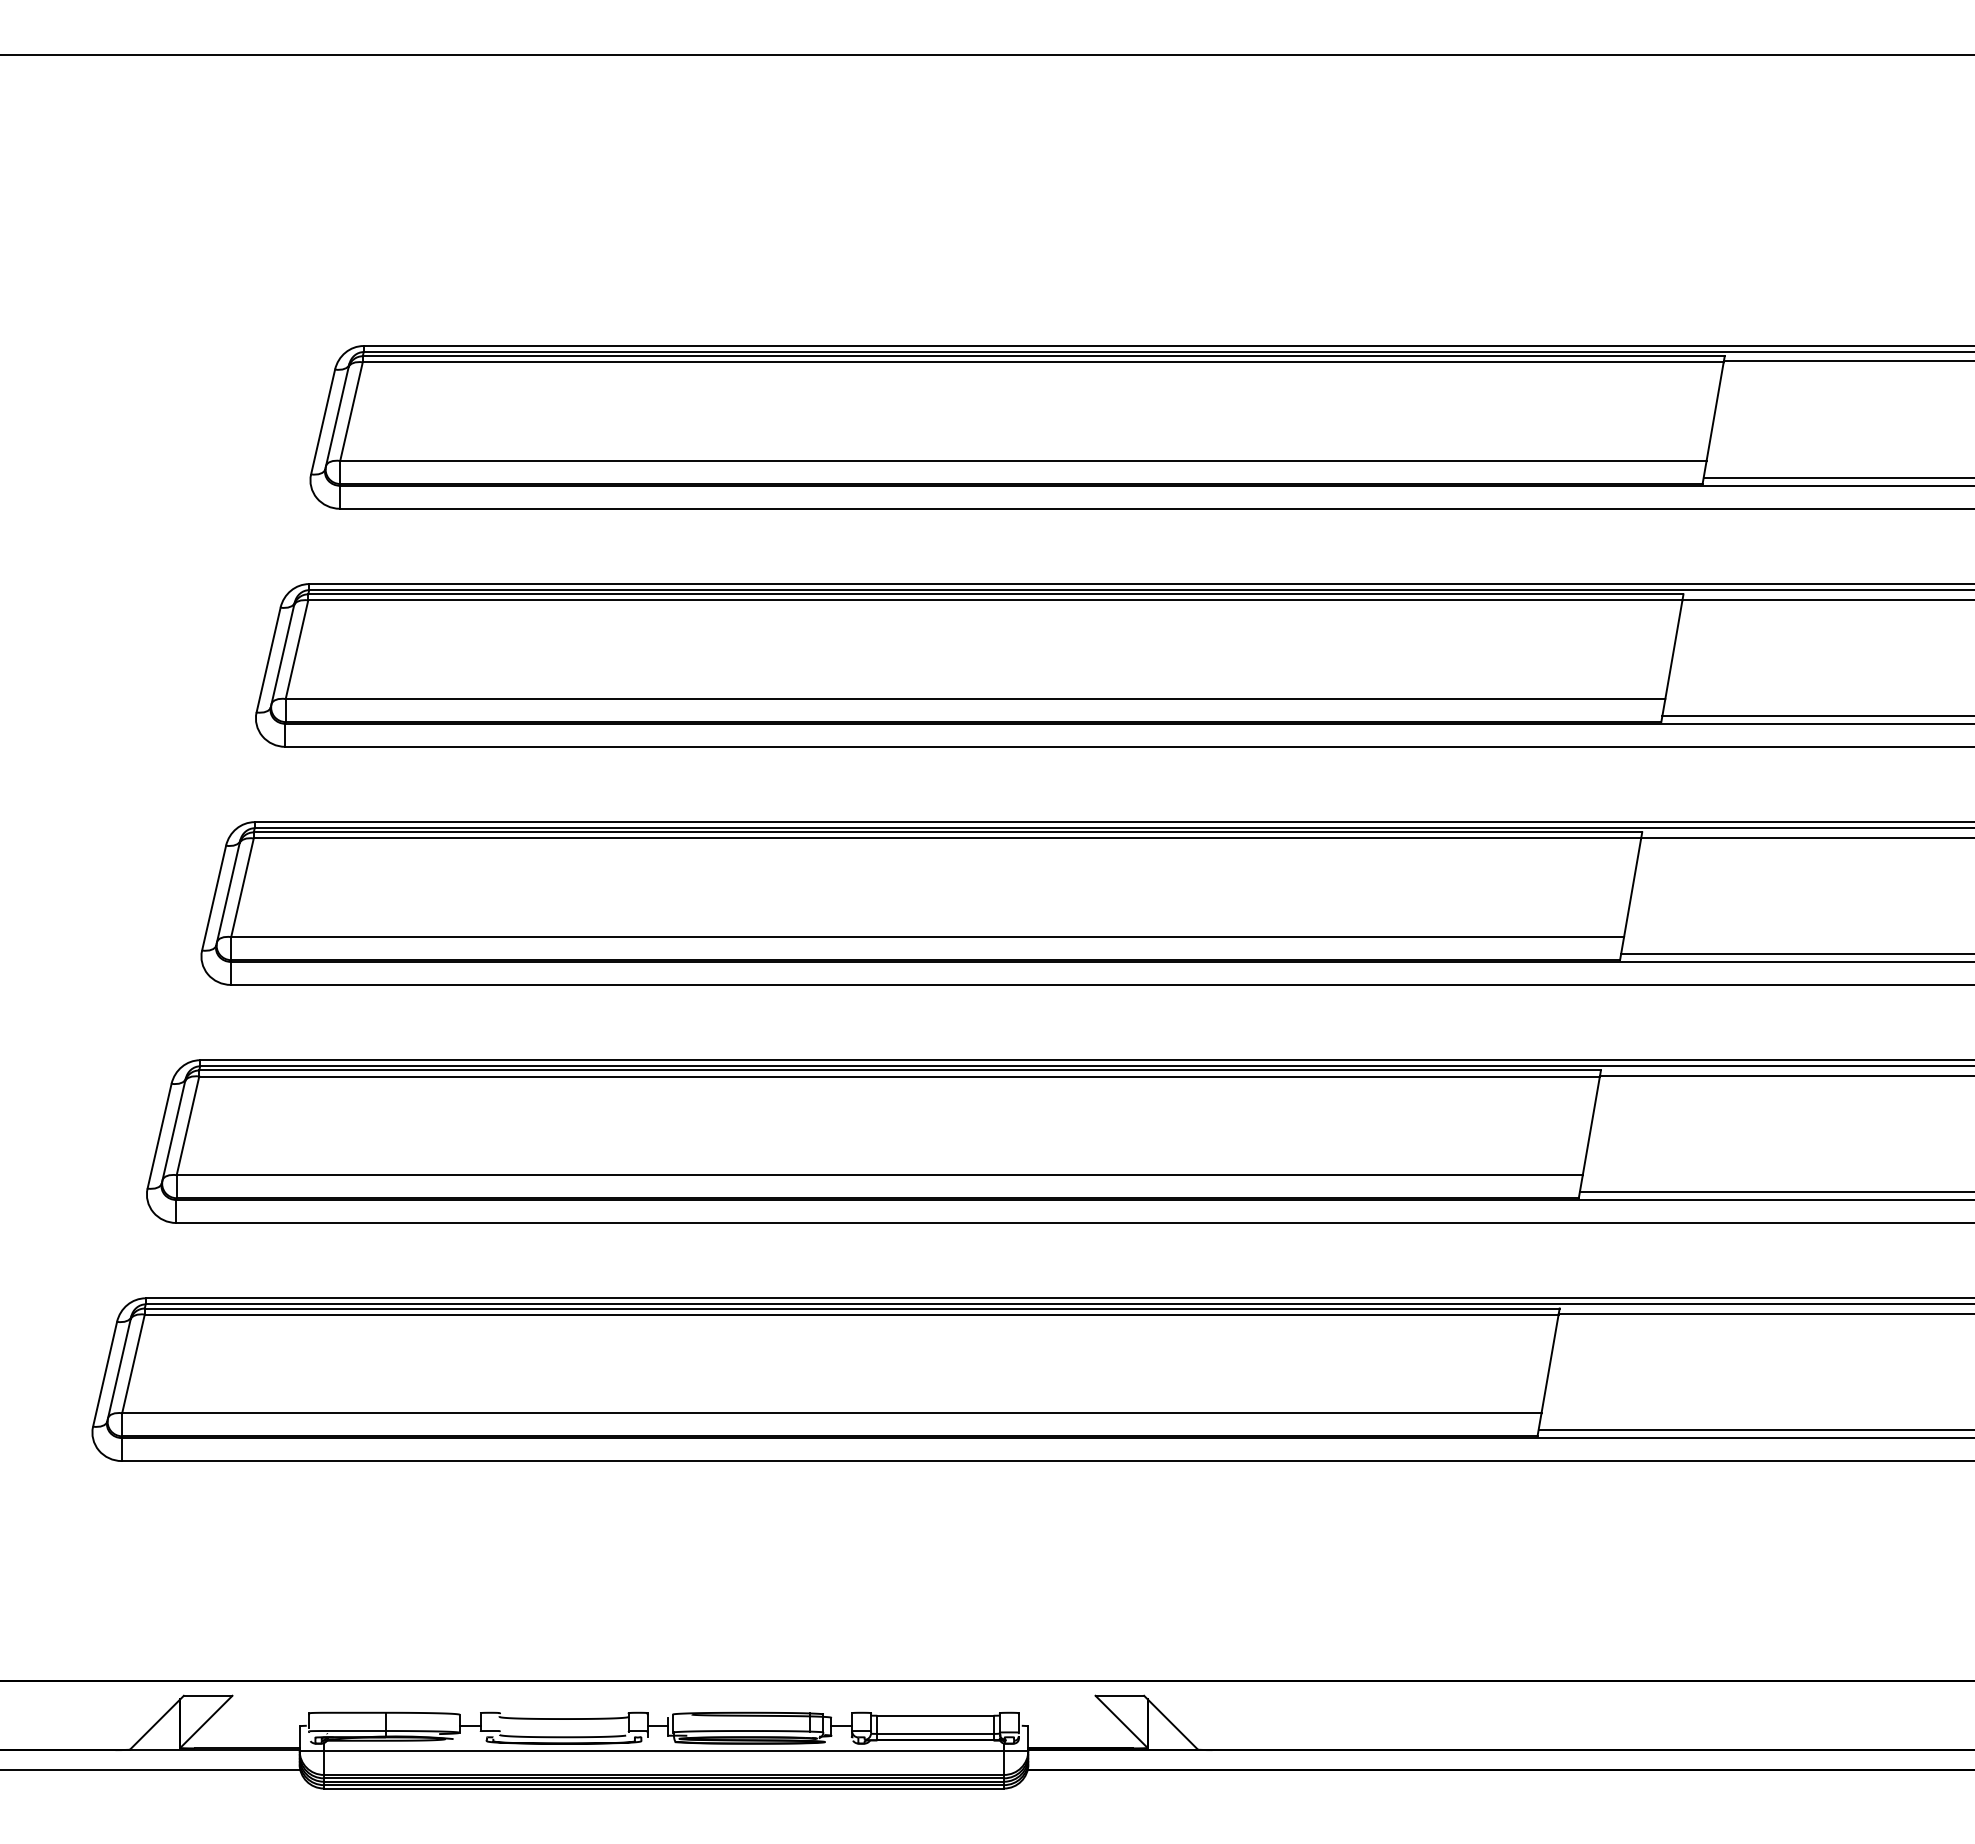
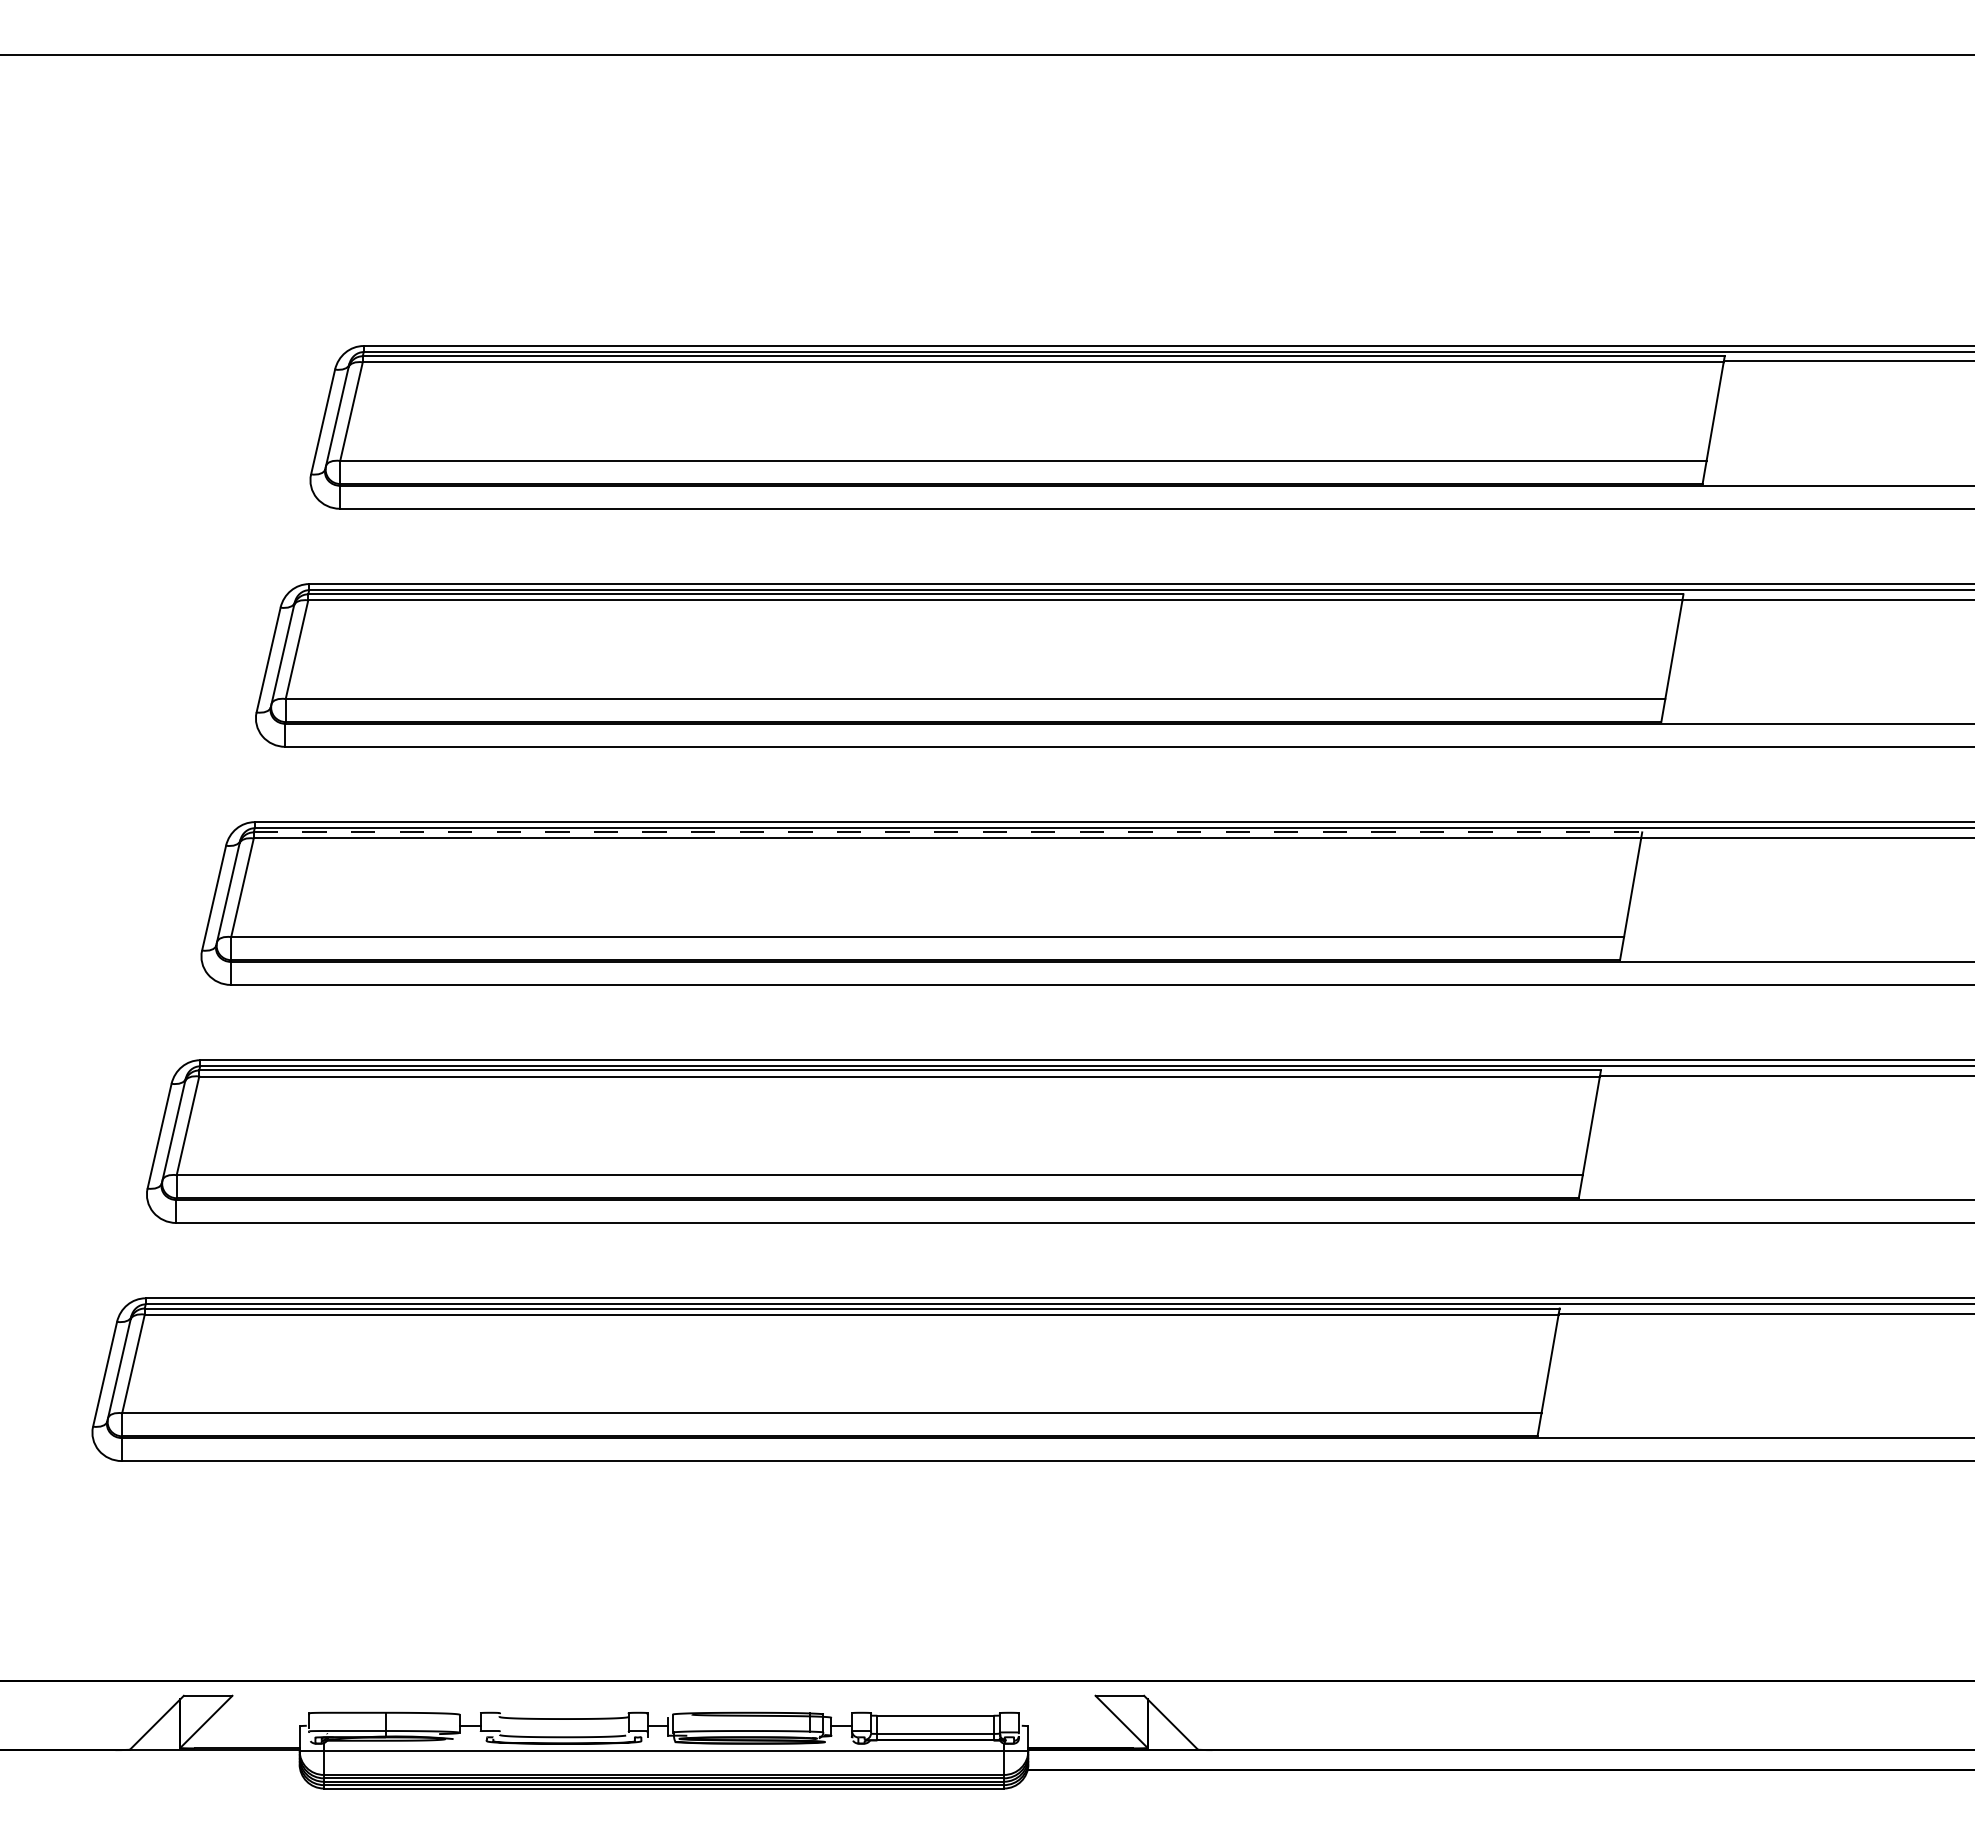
line at (1837, 478): present -> none
line at (1816, 716): present -> none
line at (948, 832): solid -> dashed
line at (1796, 954): present -> none
line at (1775, 1192): present -> none
line at (1754, 1430): present -> none
line at (151, 1770): present -> none
